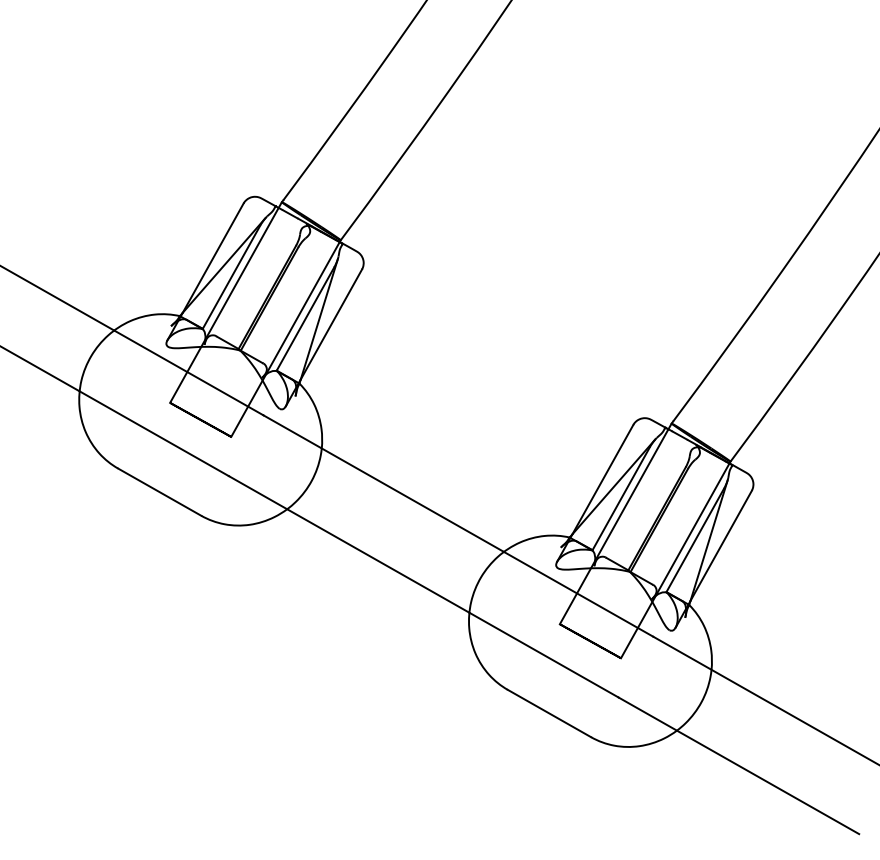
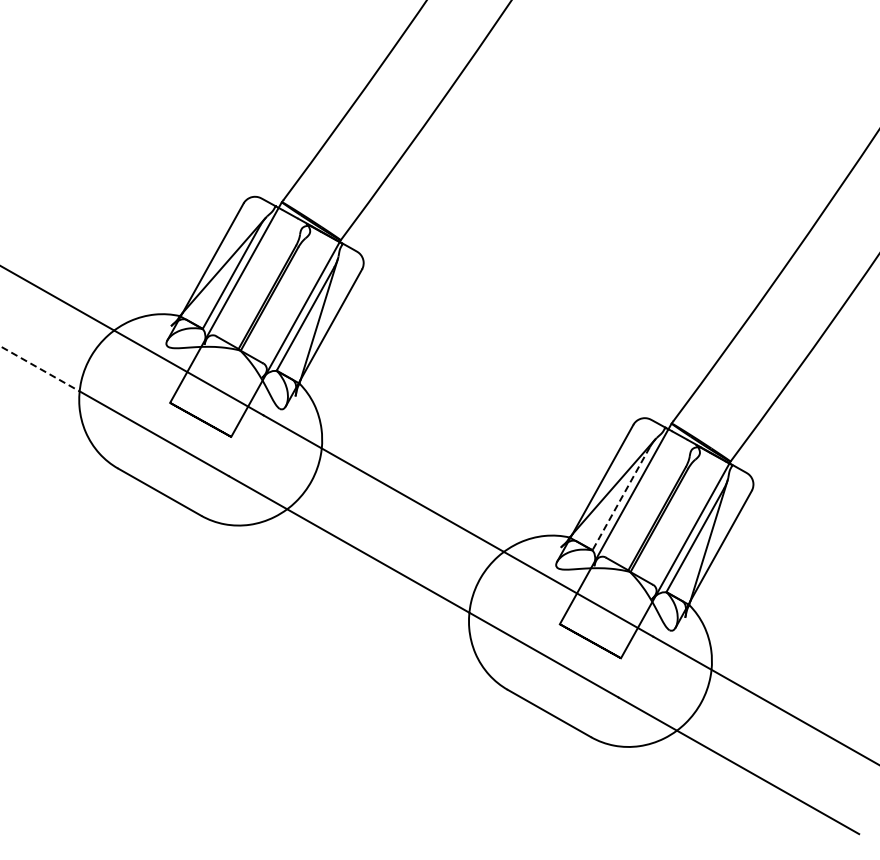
line at (40, 369): solid -> dashed
line at (620, 499): solid -> dashed
